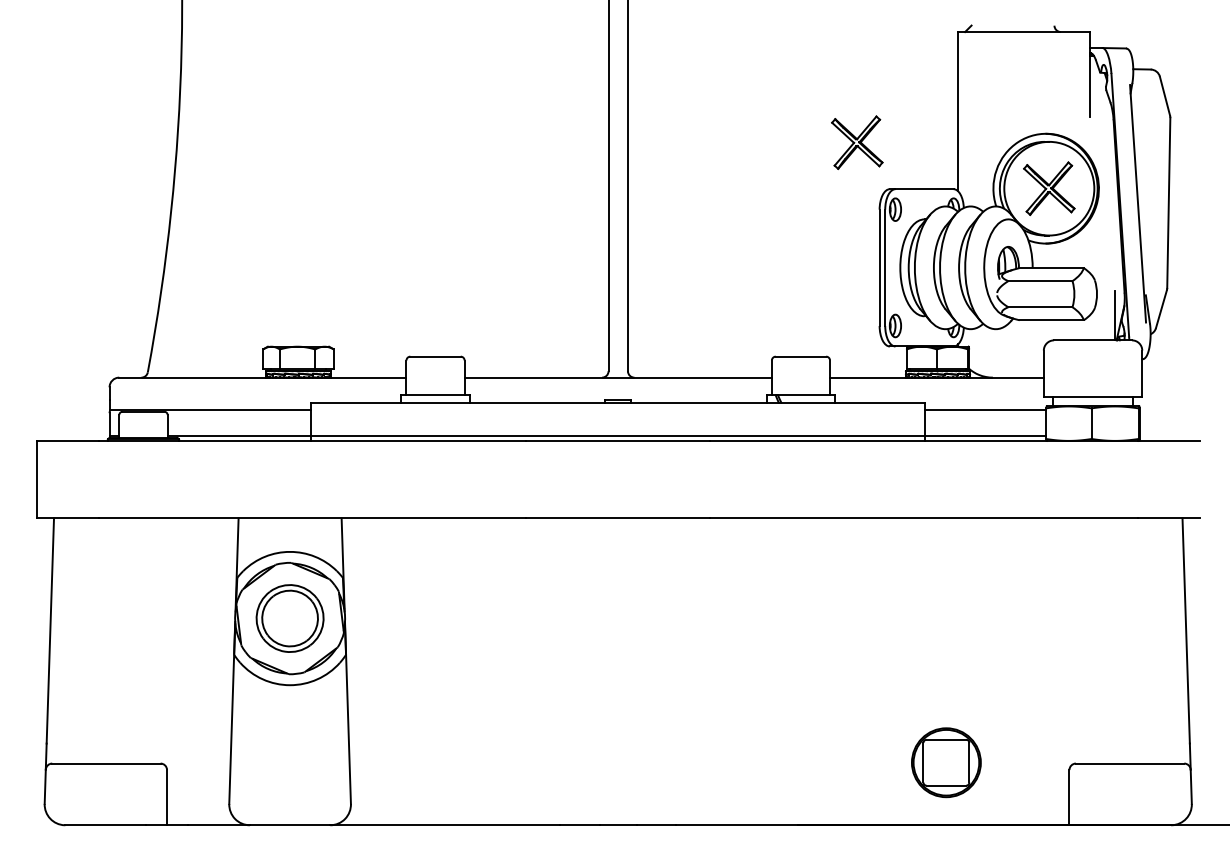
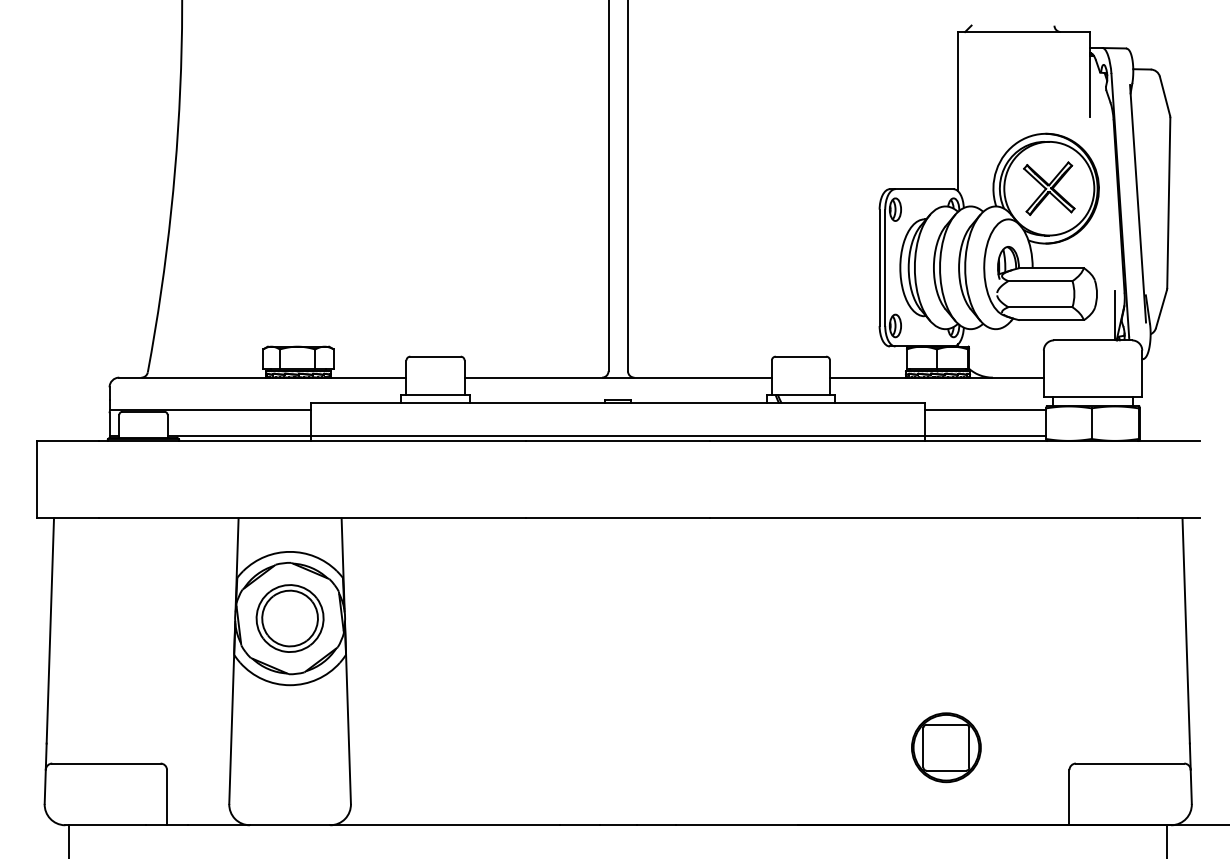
part at (857, 142): present -> none
part at (946, 762) position: (946, 762) -> (946, 747)
line at (69, 840): none -> present
line at (1167, 840): none -> present
